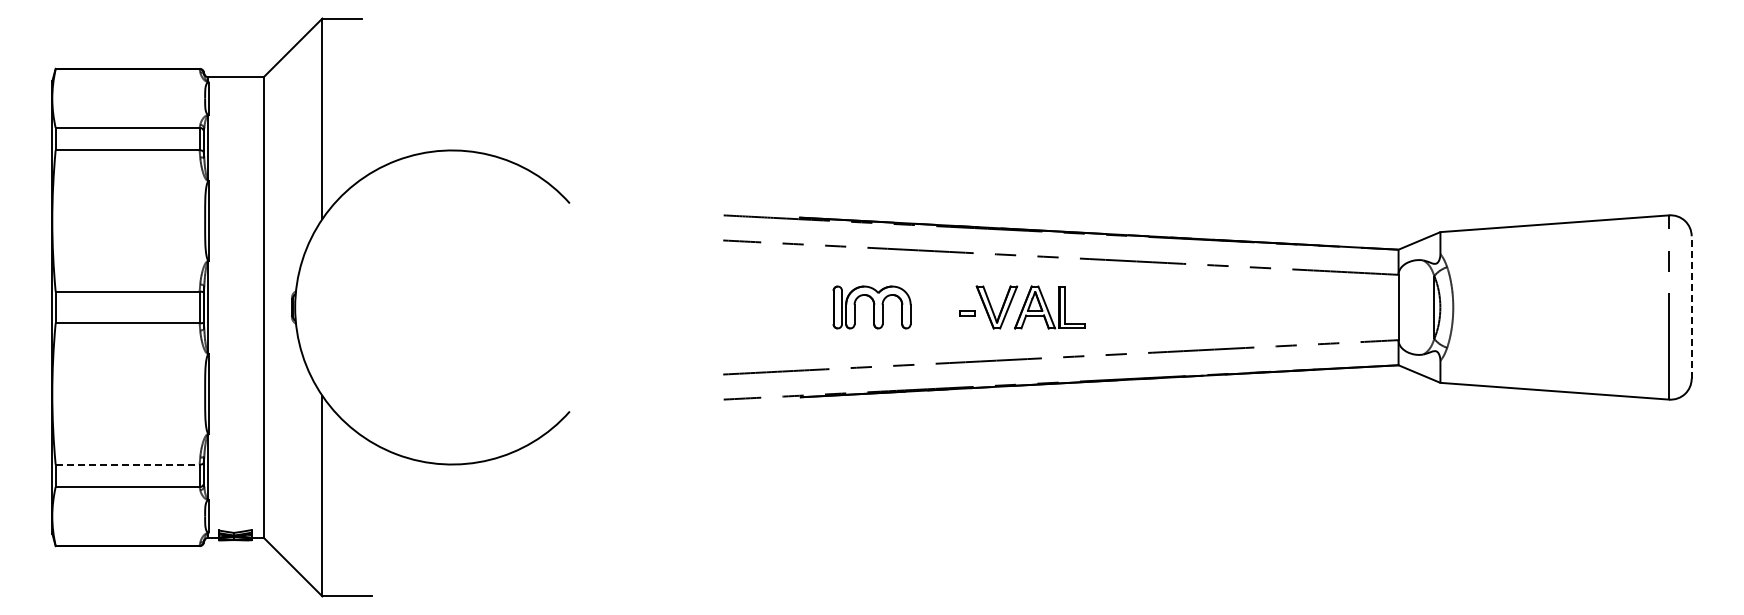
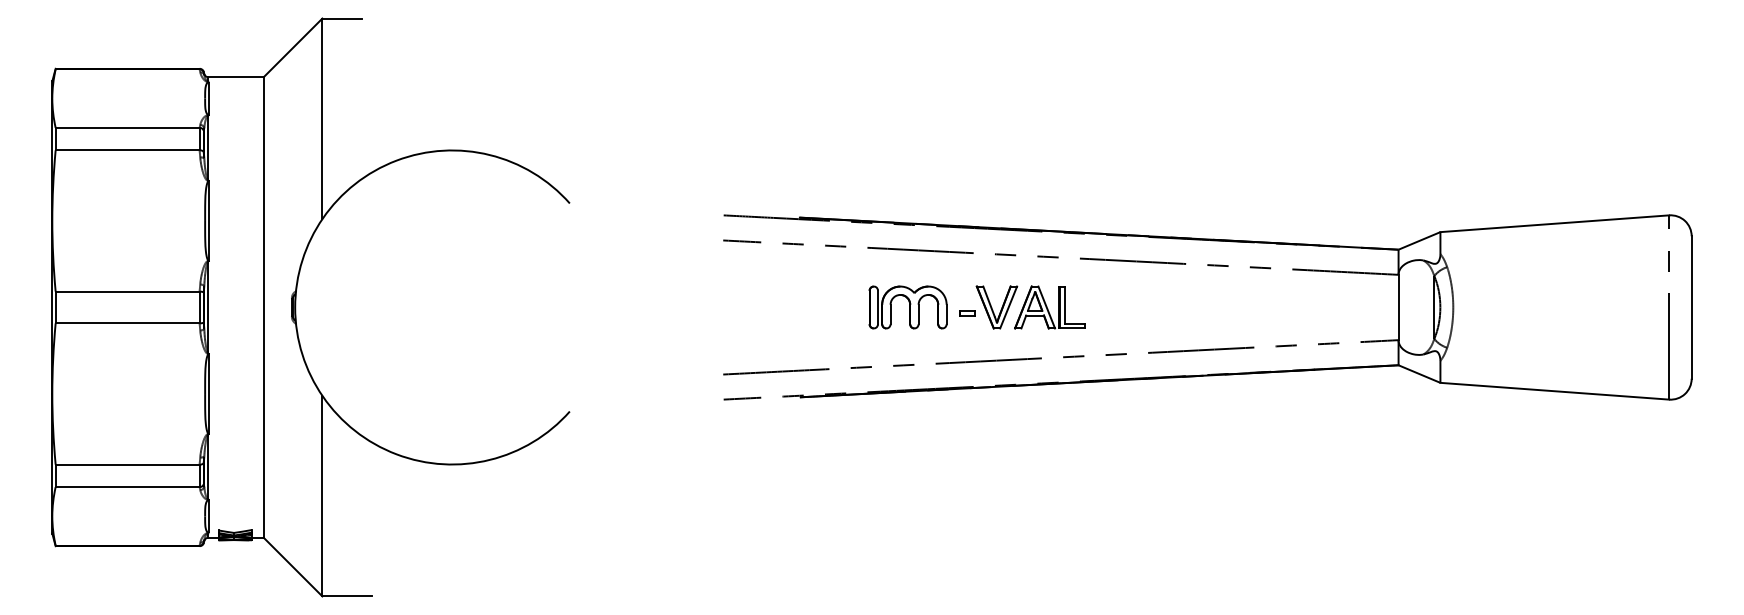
part at (871, 307) position: (871, 307) -> (907, 307)
line at (1691, 307): dashed -> solid
line at (127, 464): dashed -> solid
